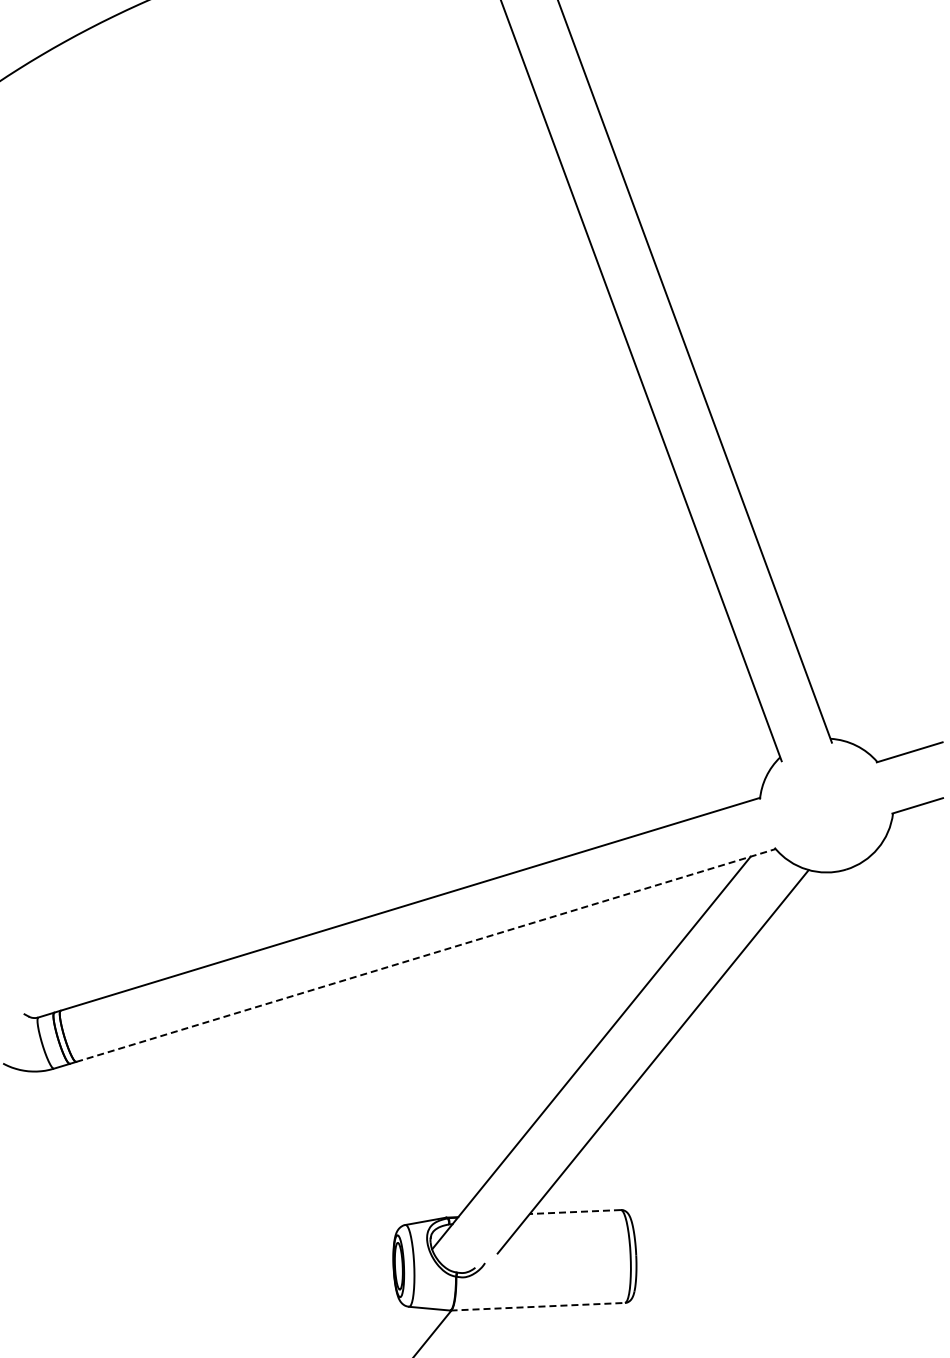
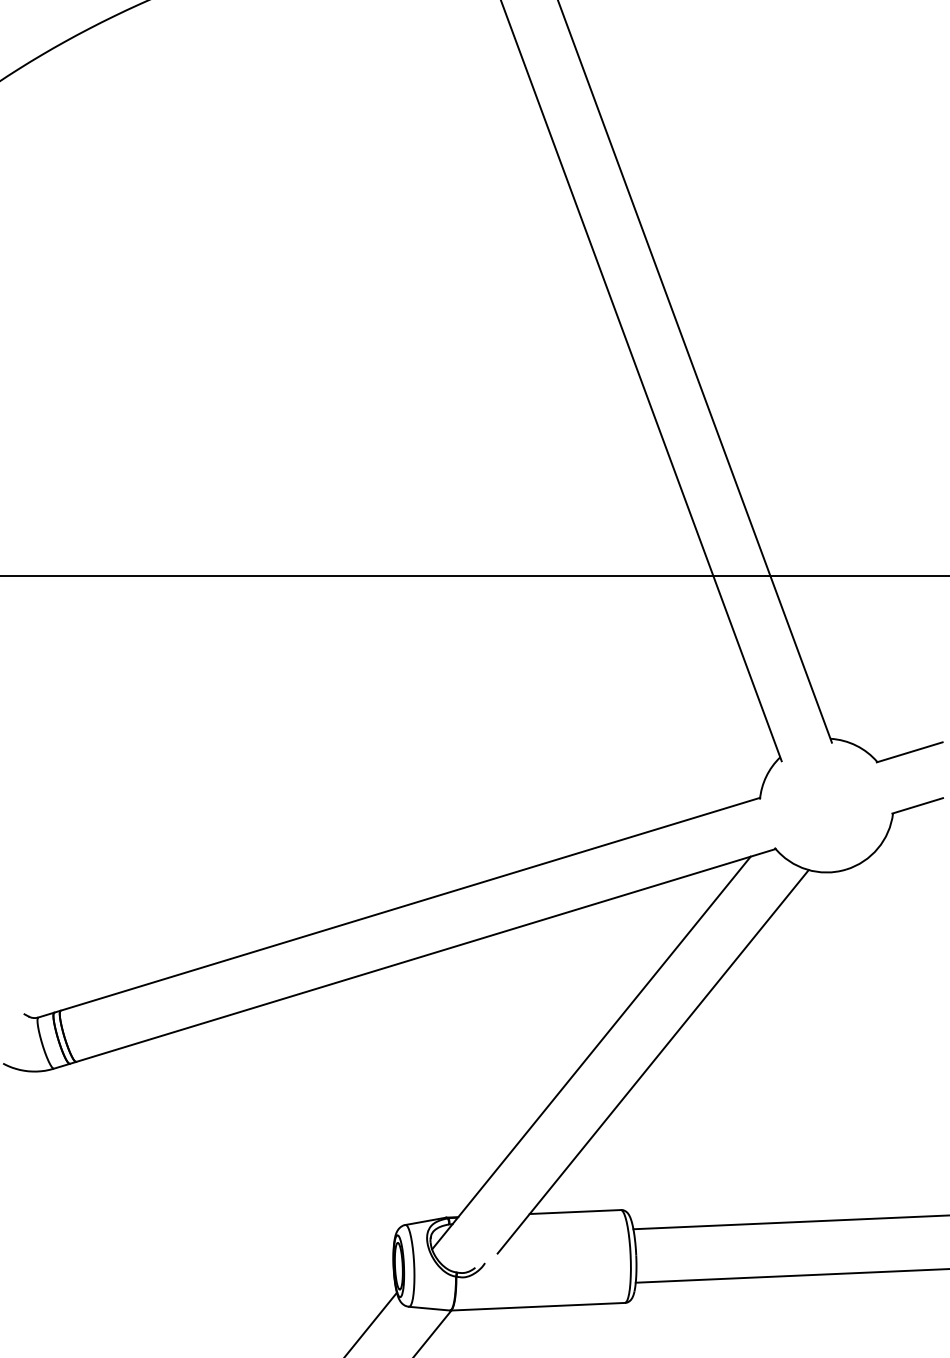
line at (474, 575): none -> present
line at (425, 955): dashed -> solid
line at (575, 1212): dashed -> solid
line at (789, 1222): none -> present
line at (790, 1275): none -> present
line at (538, 1306): dashed -> solid
line at (371, 1323): none -> present
